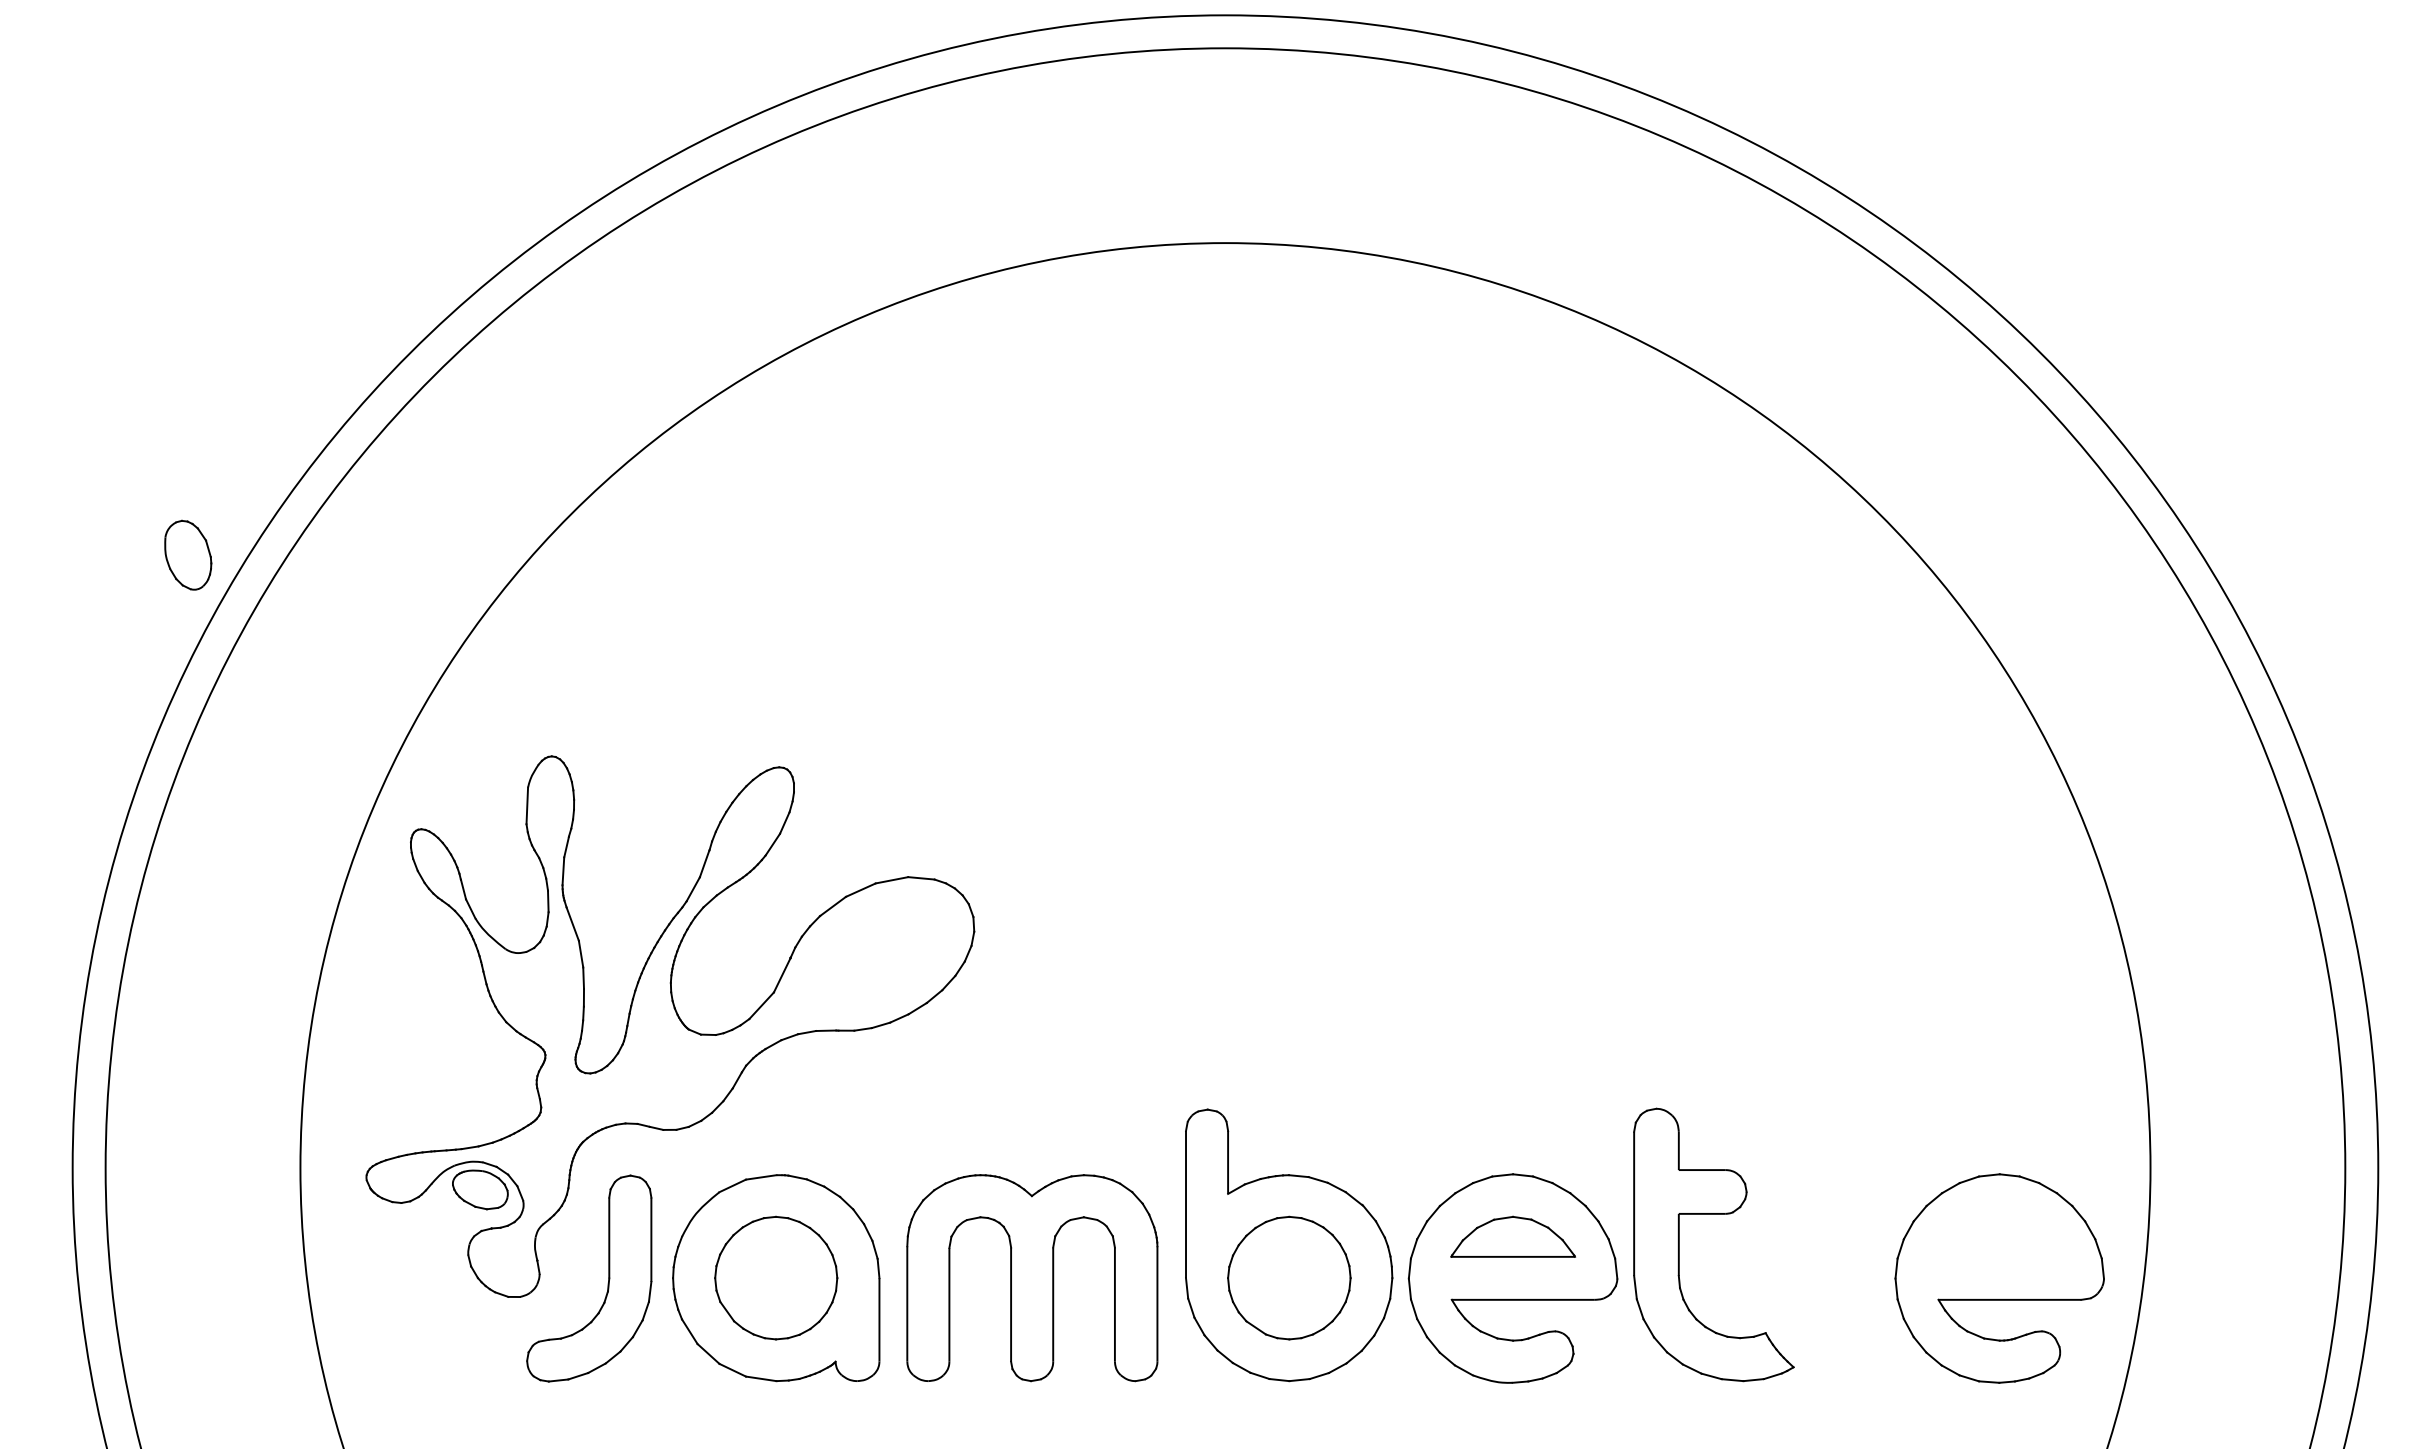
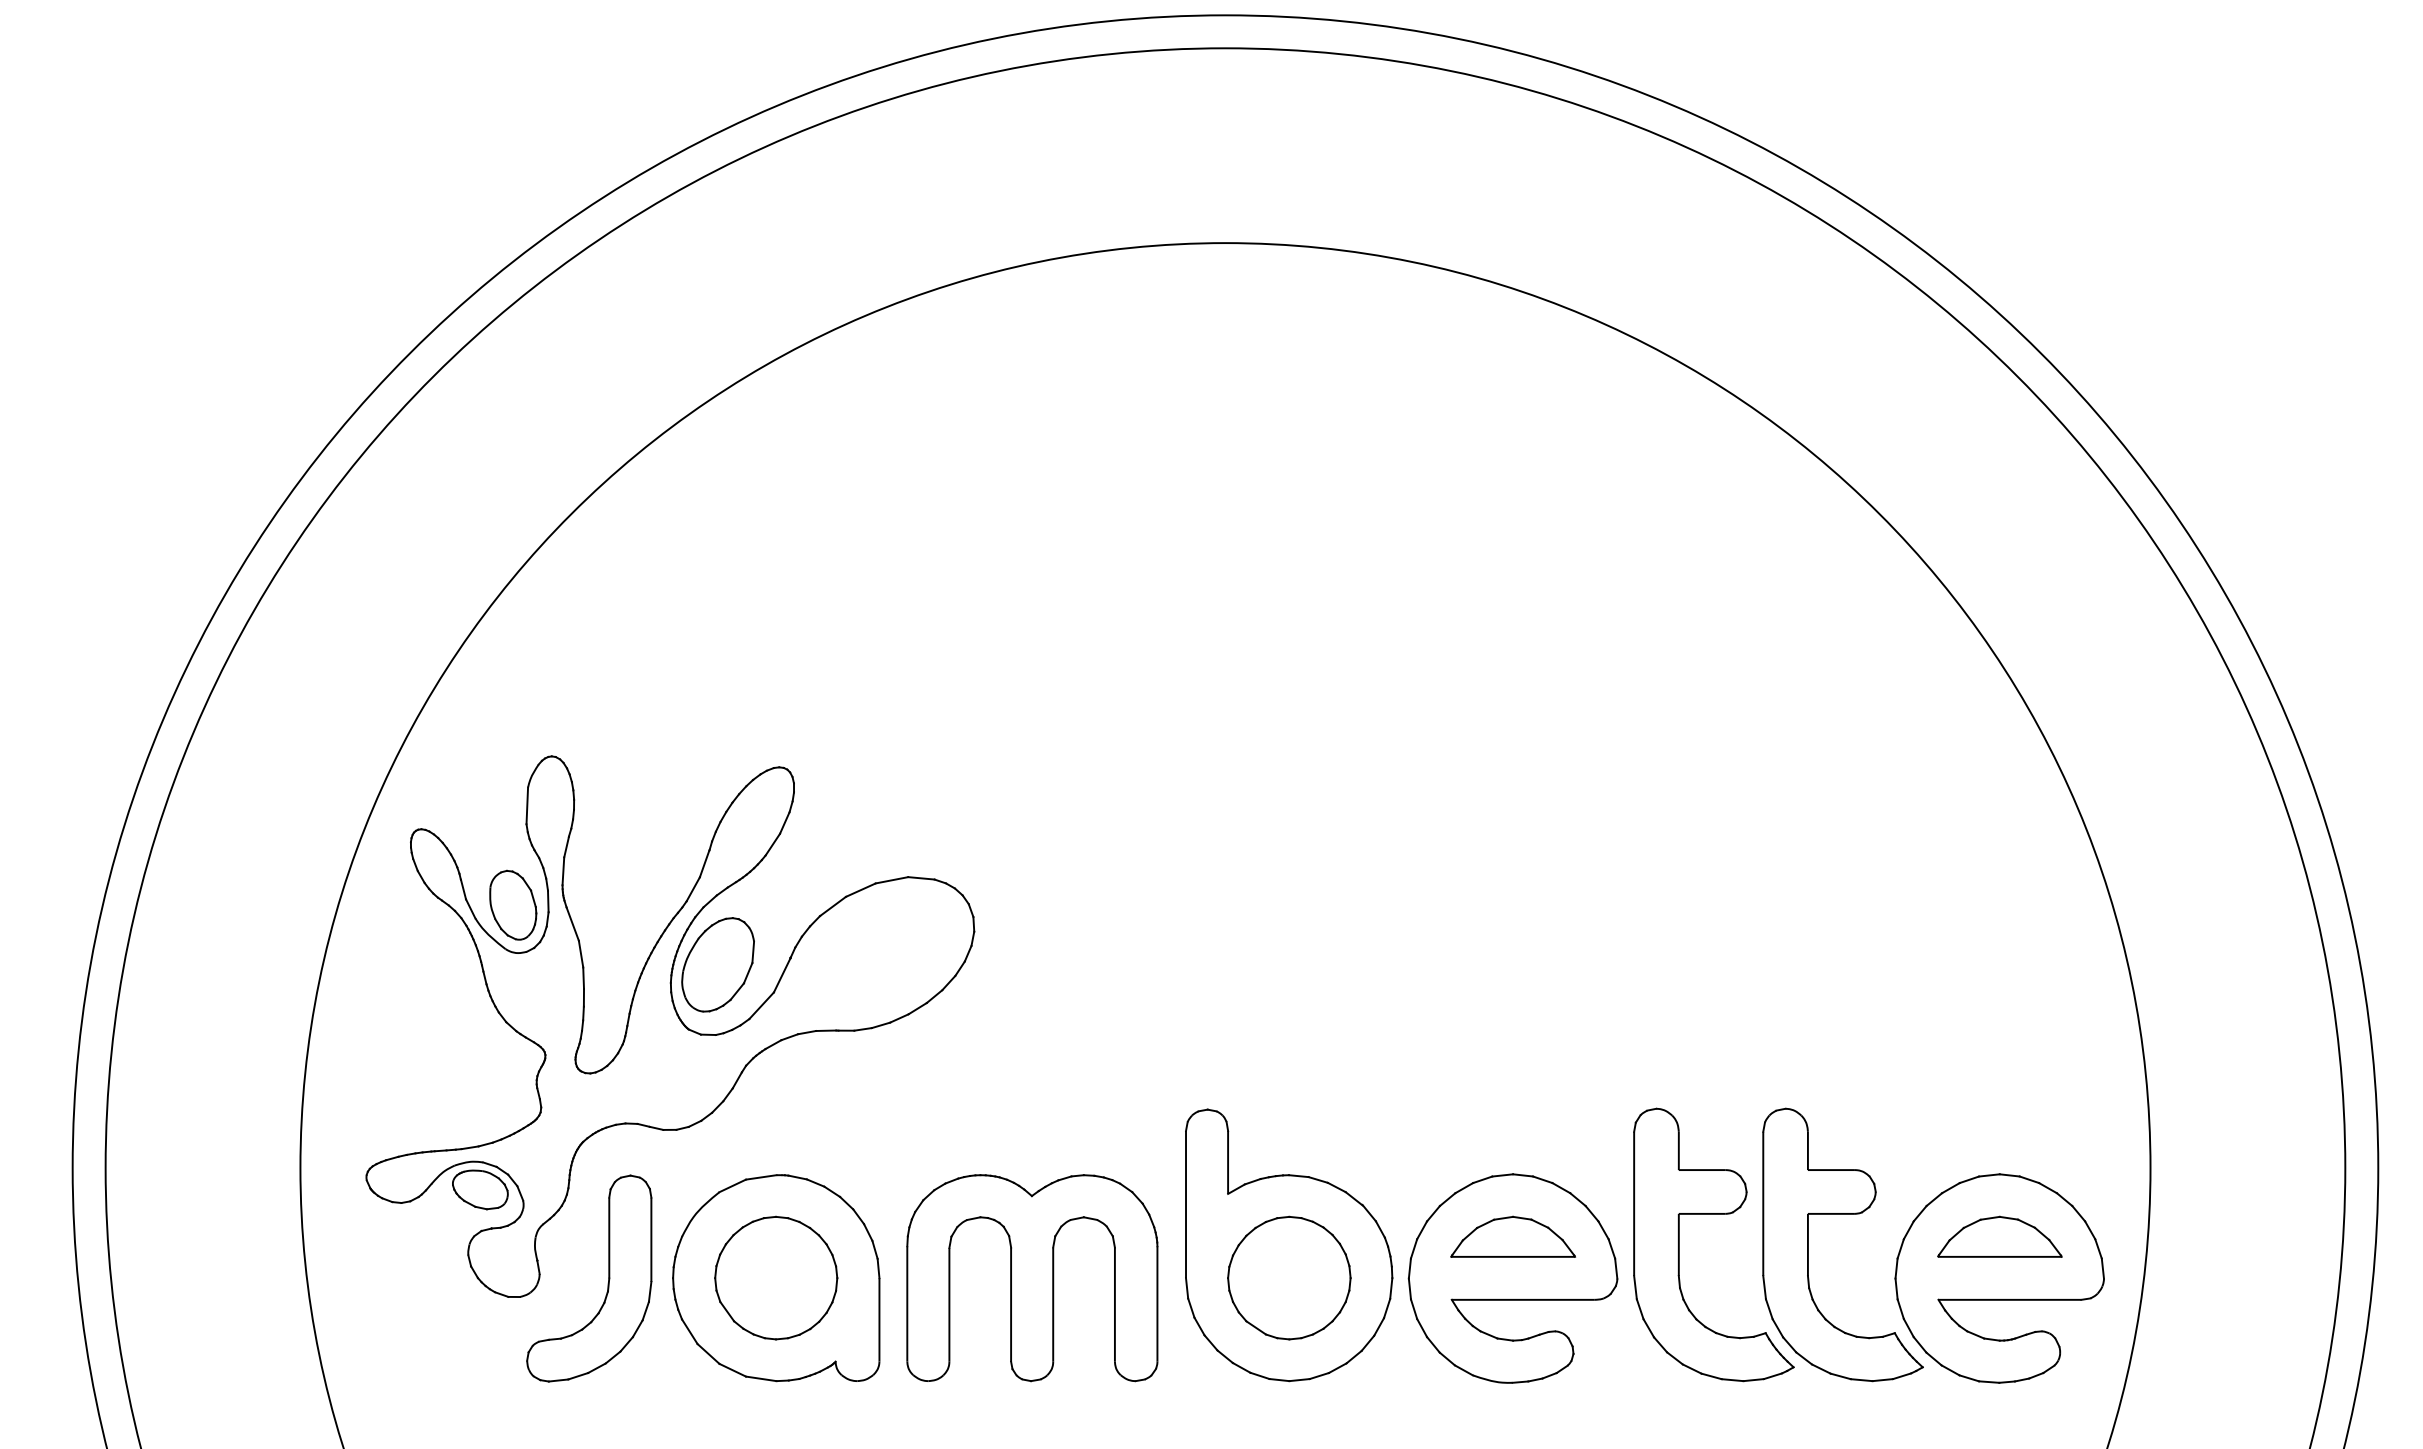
part at (188, 554) position: (188, 554) -> (513, 904)
part at (717, 964): none -> present
part at (1842, 1214): none -> present
part at (1999, 1236): none -> present
